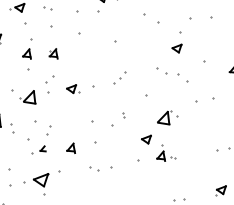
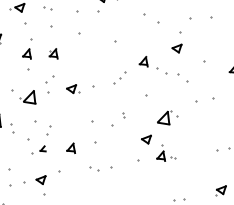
part at (143, 61): none -> present
part at (40, 180) size: 18x15 px -> 12x10 px
